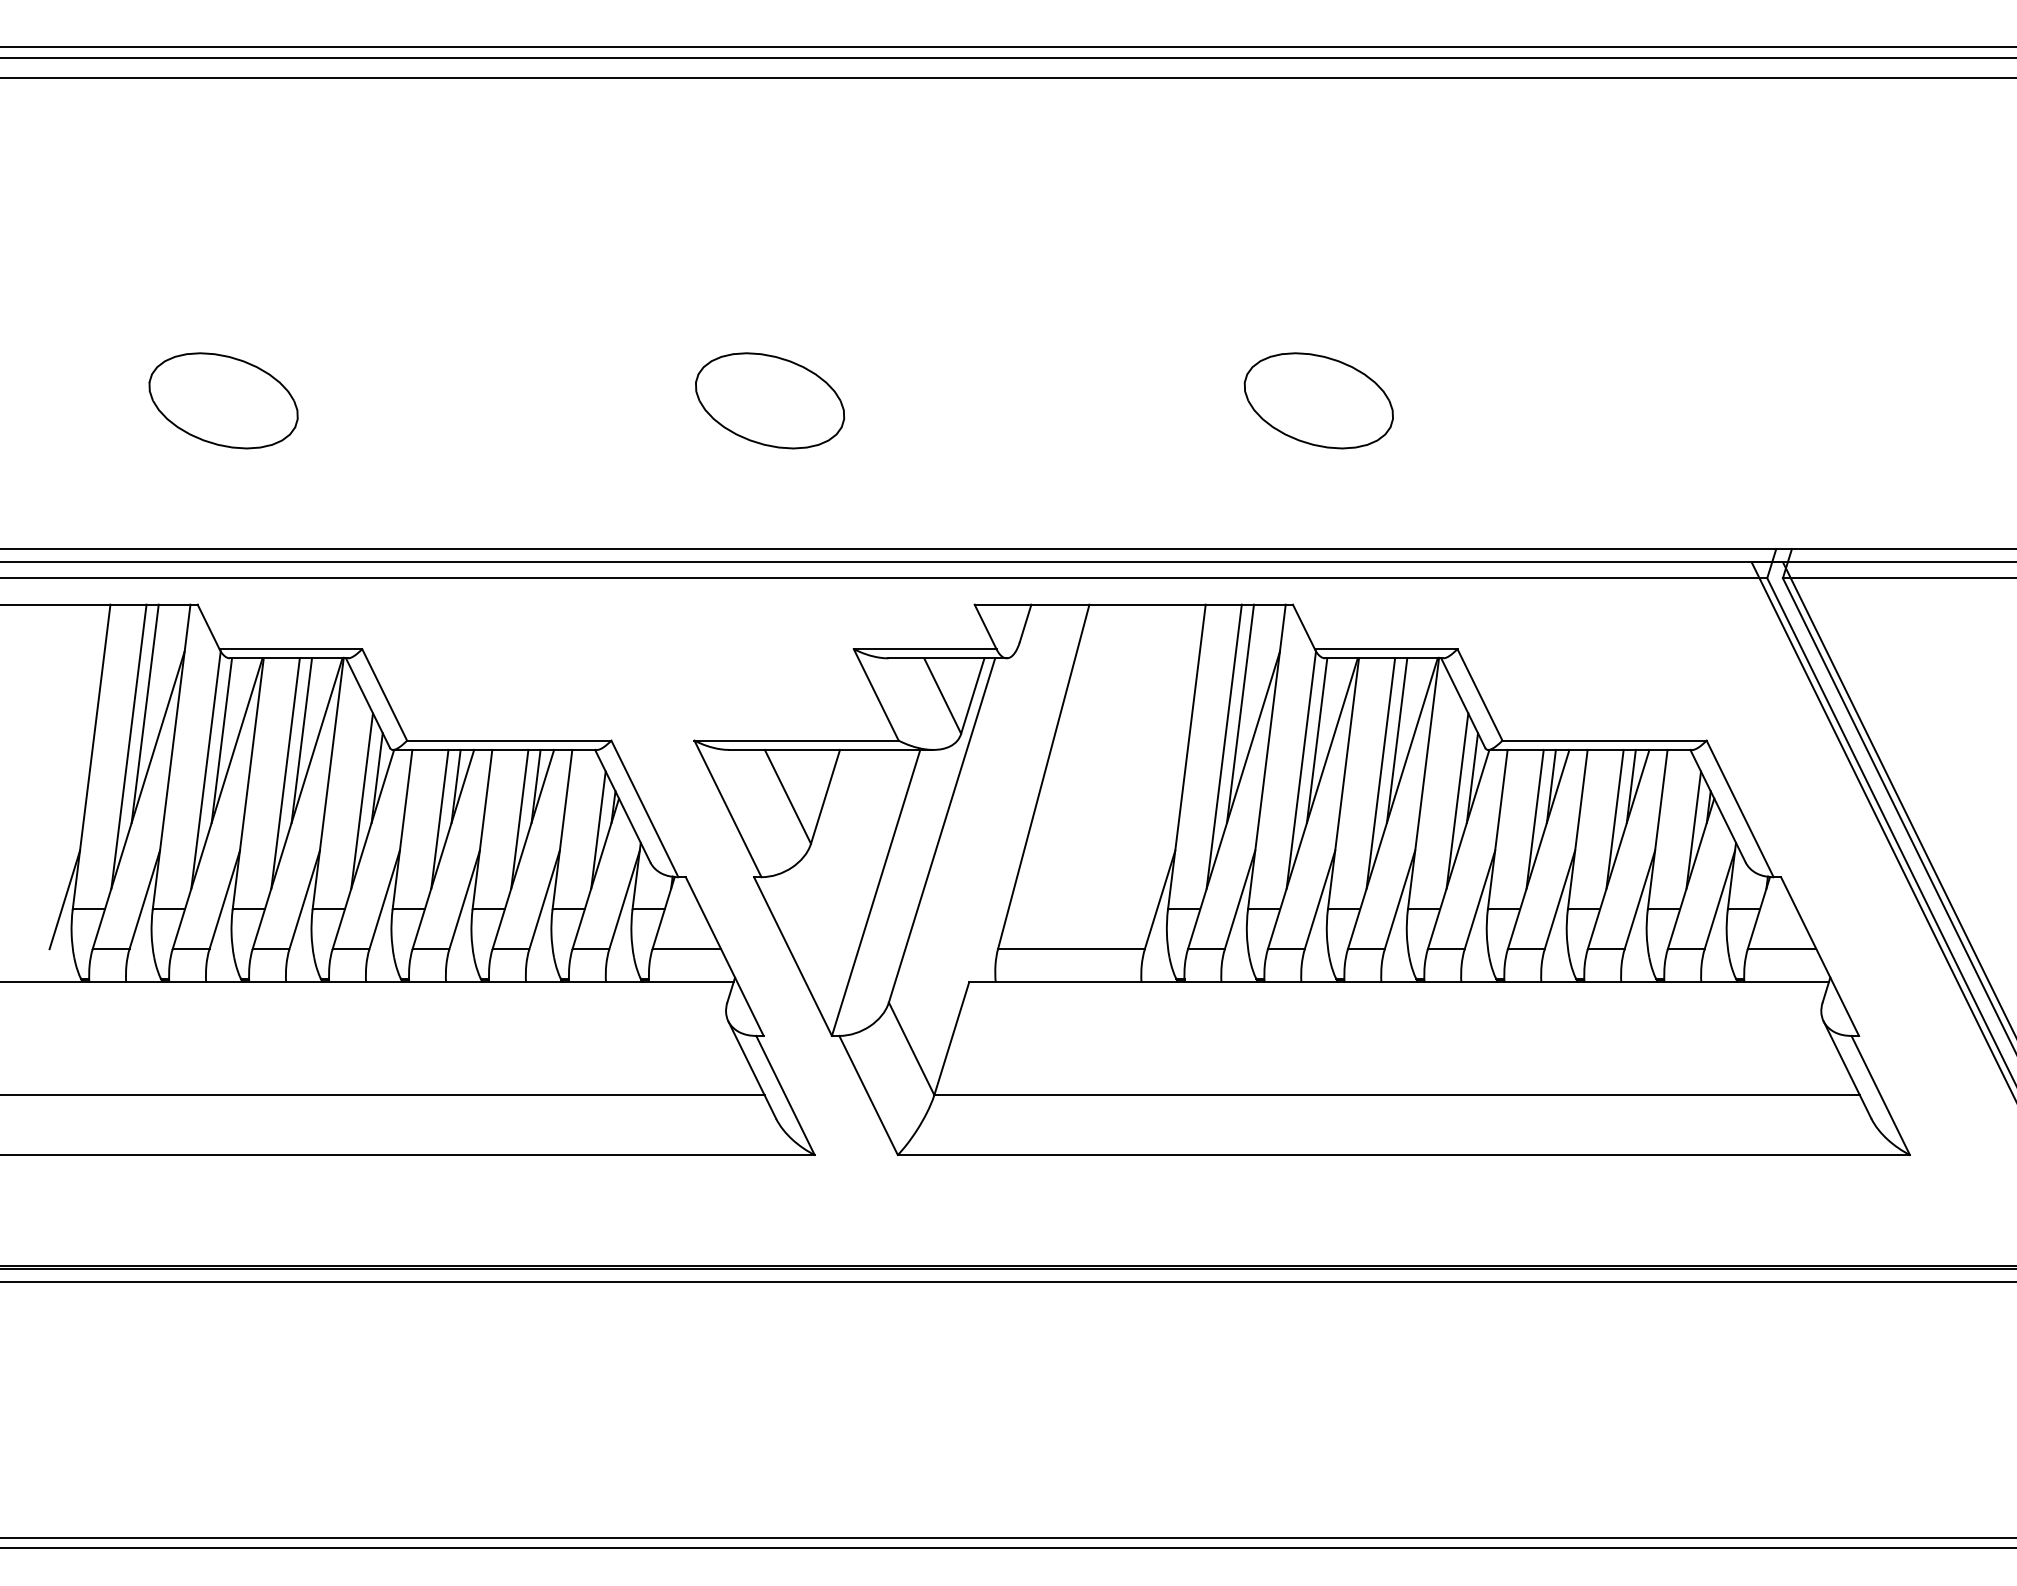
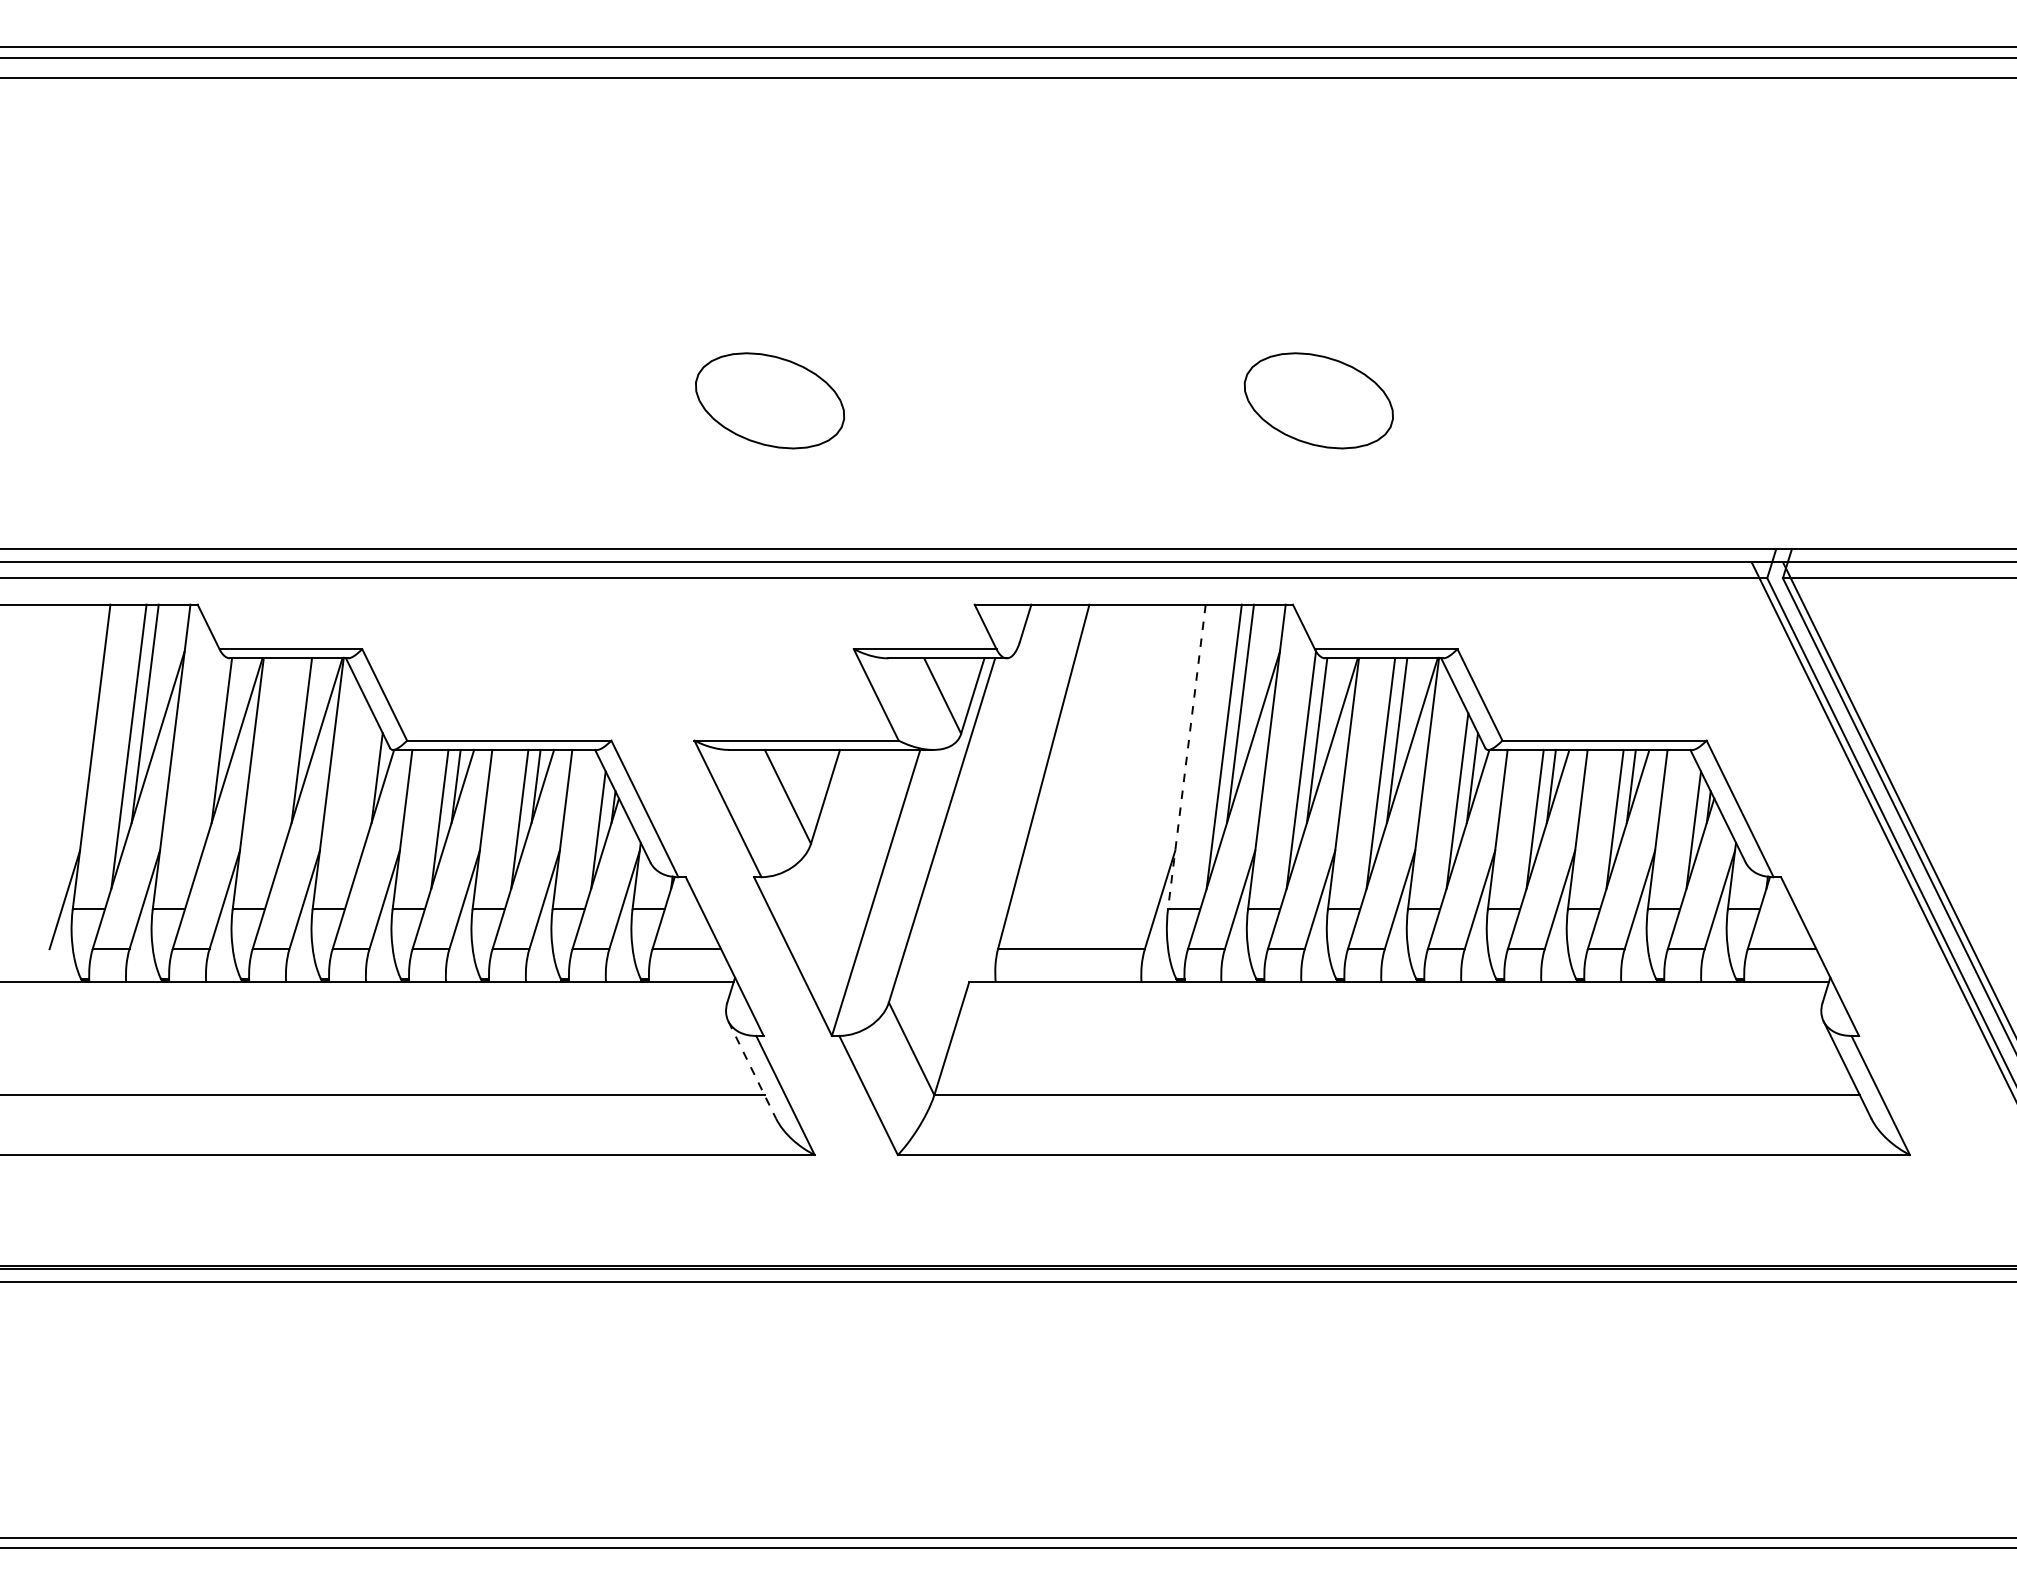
part at (223, 400): present -> none
line at (1186, 757): solid -> dashed
line at (205, 769): present -> none
line at (285, 773): present -> none
line at (361, 800): present -> none
line at (752, 1070): solid -> dashed
